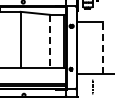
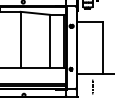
line at (49, 41): dashed -> solid
line at (103, 48): dashed -> solid
